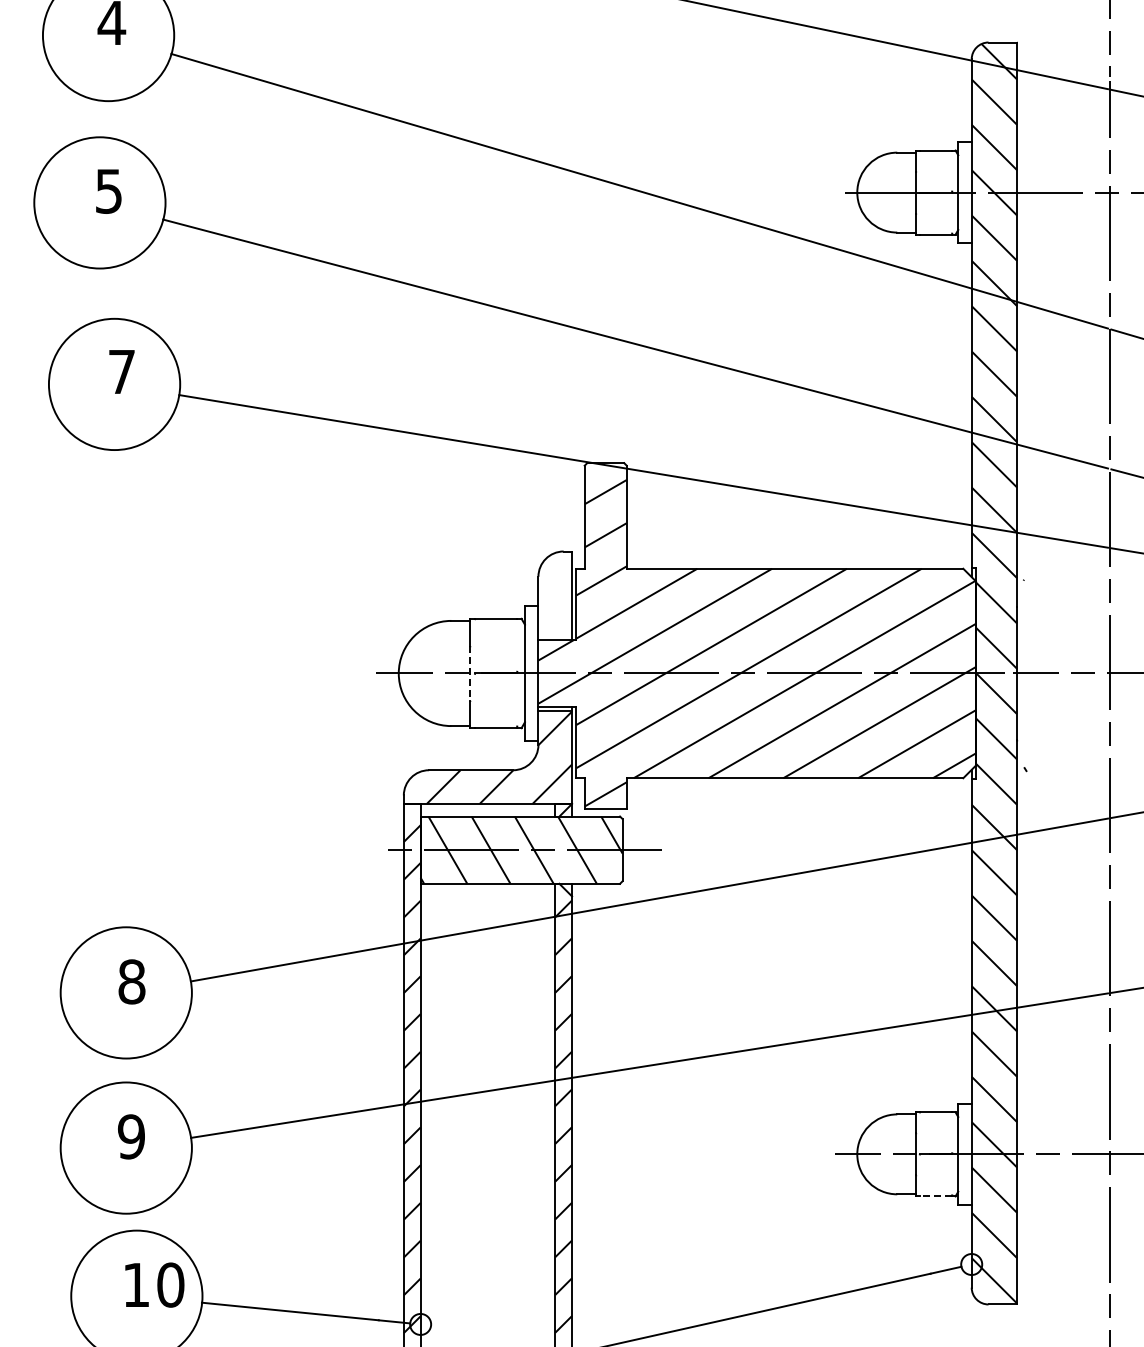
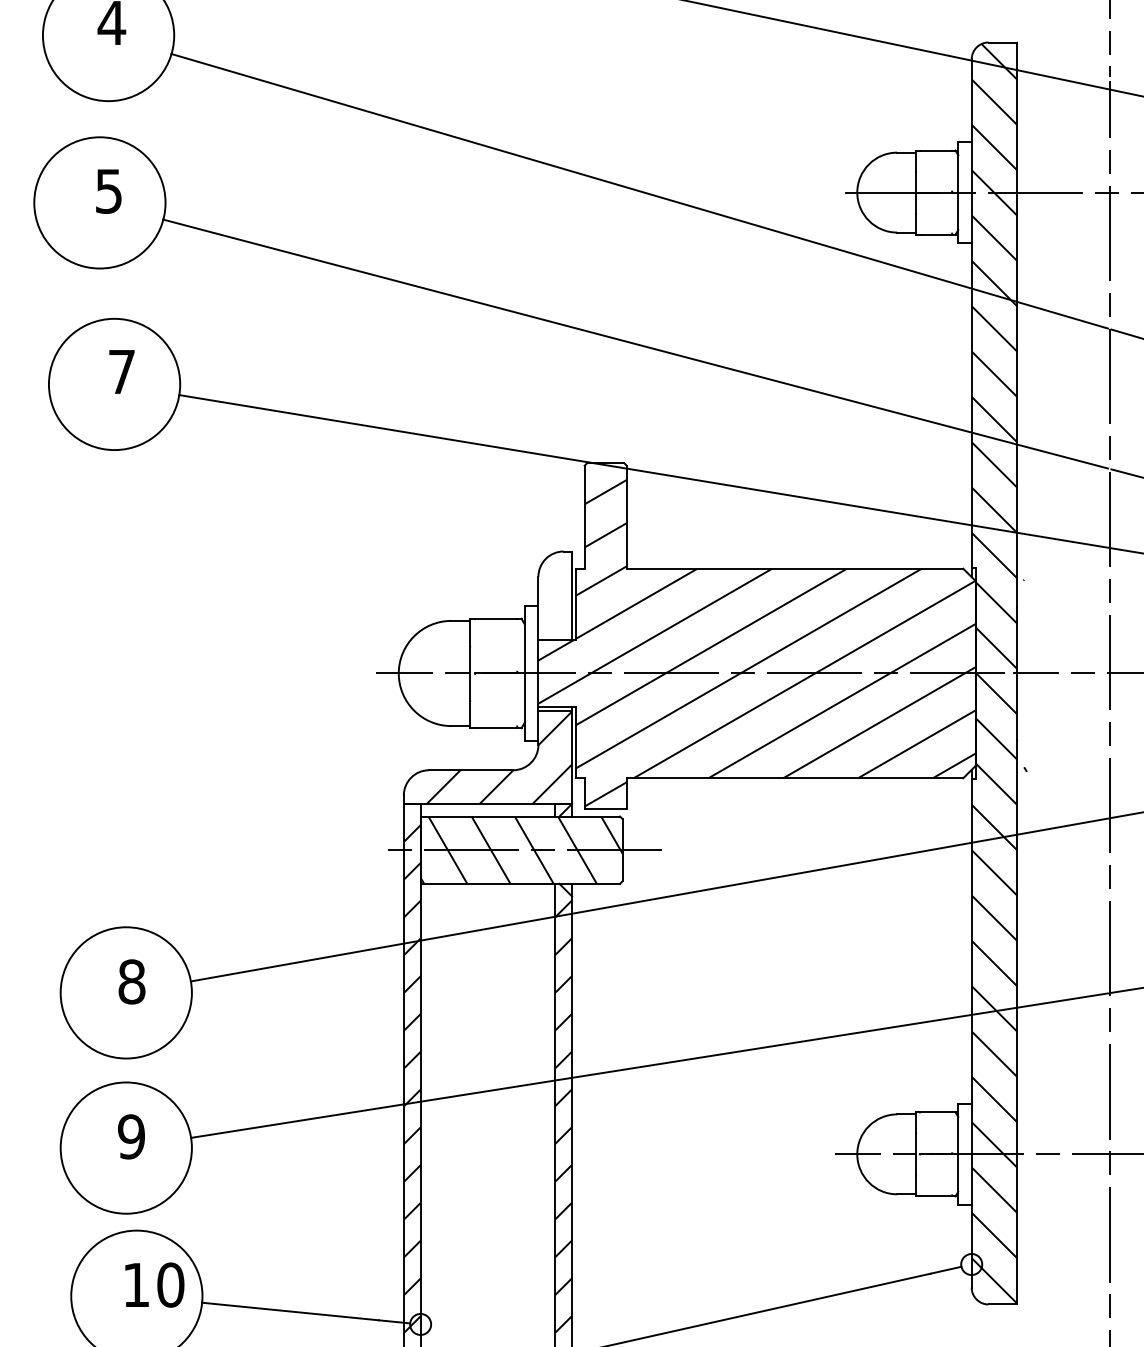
line at (470, 673): dashed -> solid
line at (935, 1196): dashed -> solid
